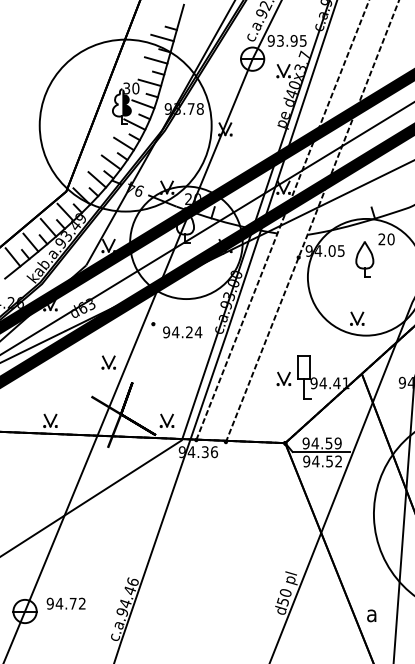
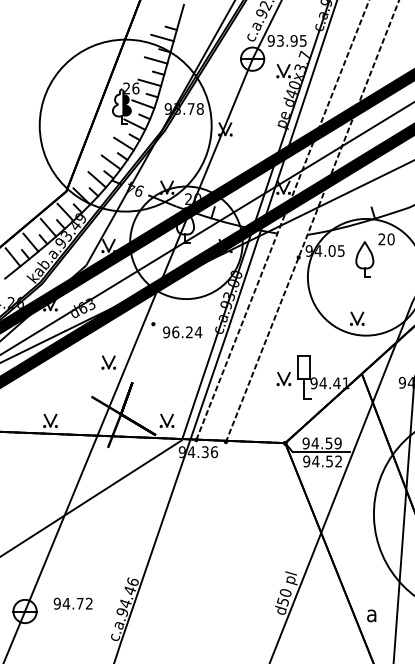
text at (131, 88): 30 -> 26
text at (175, 332): 94.24 -> 96.24
text at (65, 603) position: (65, 603) -> (72, 603)
